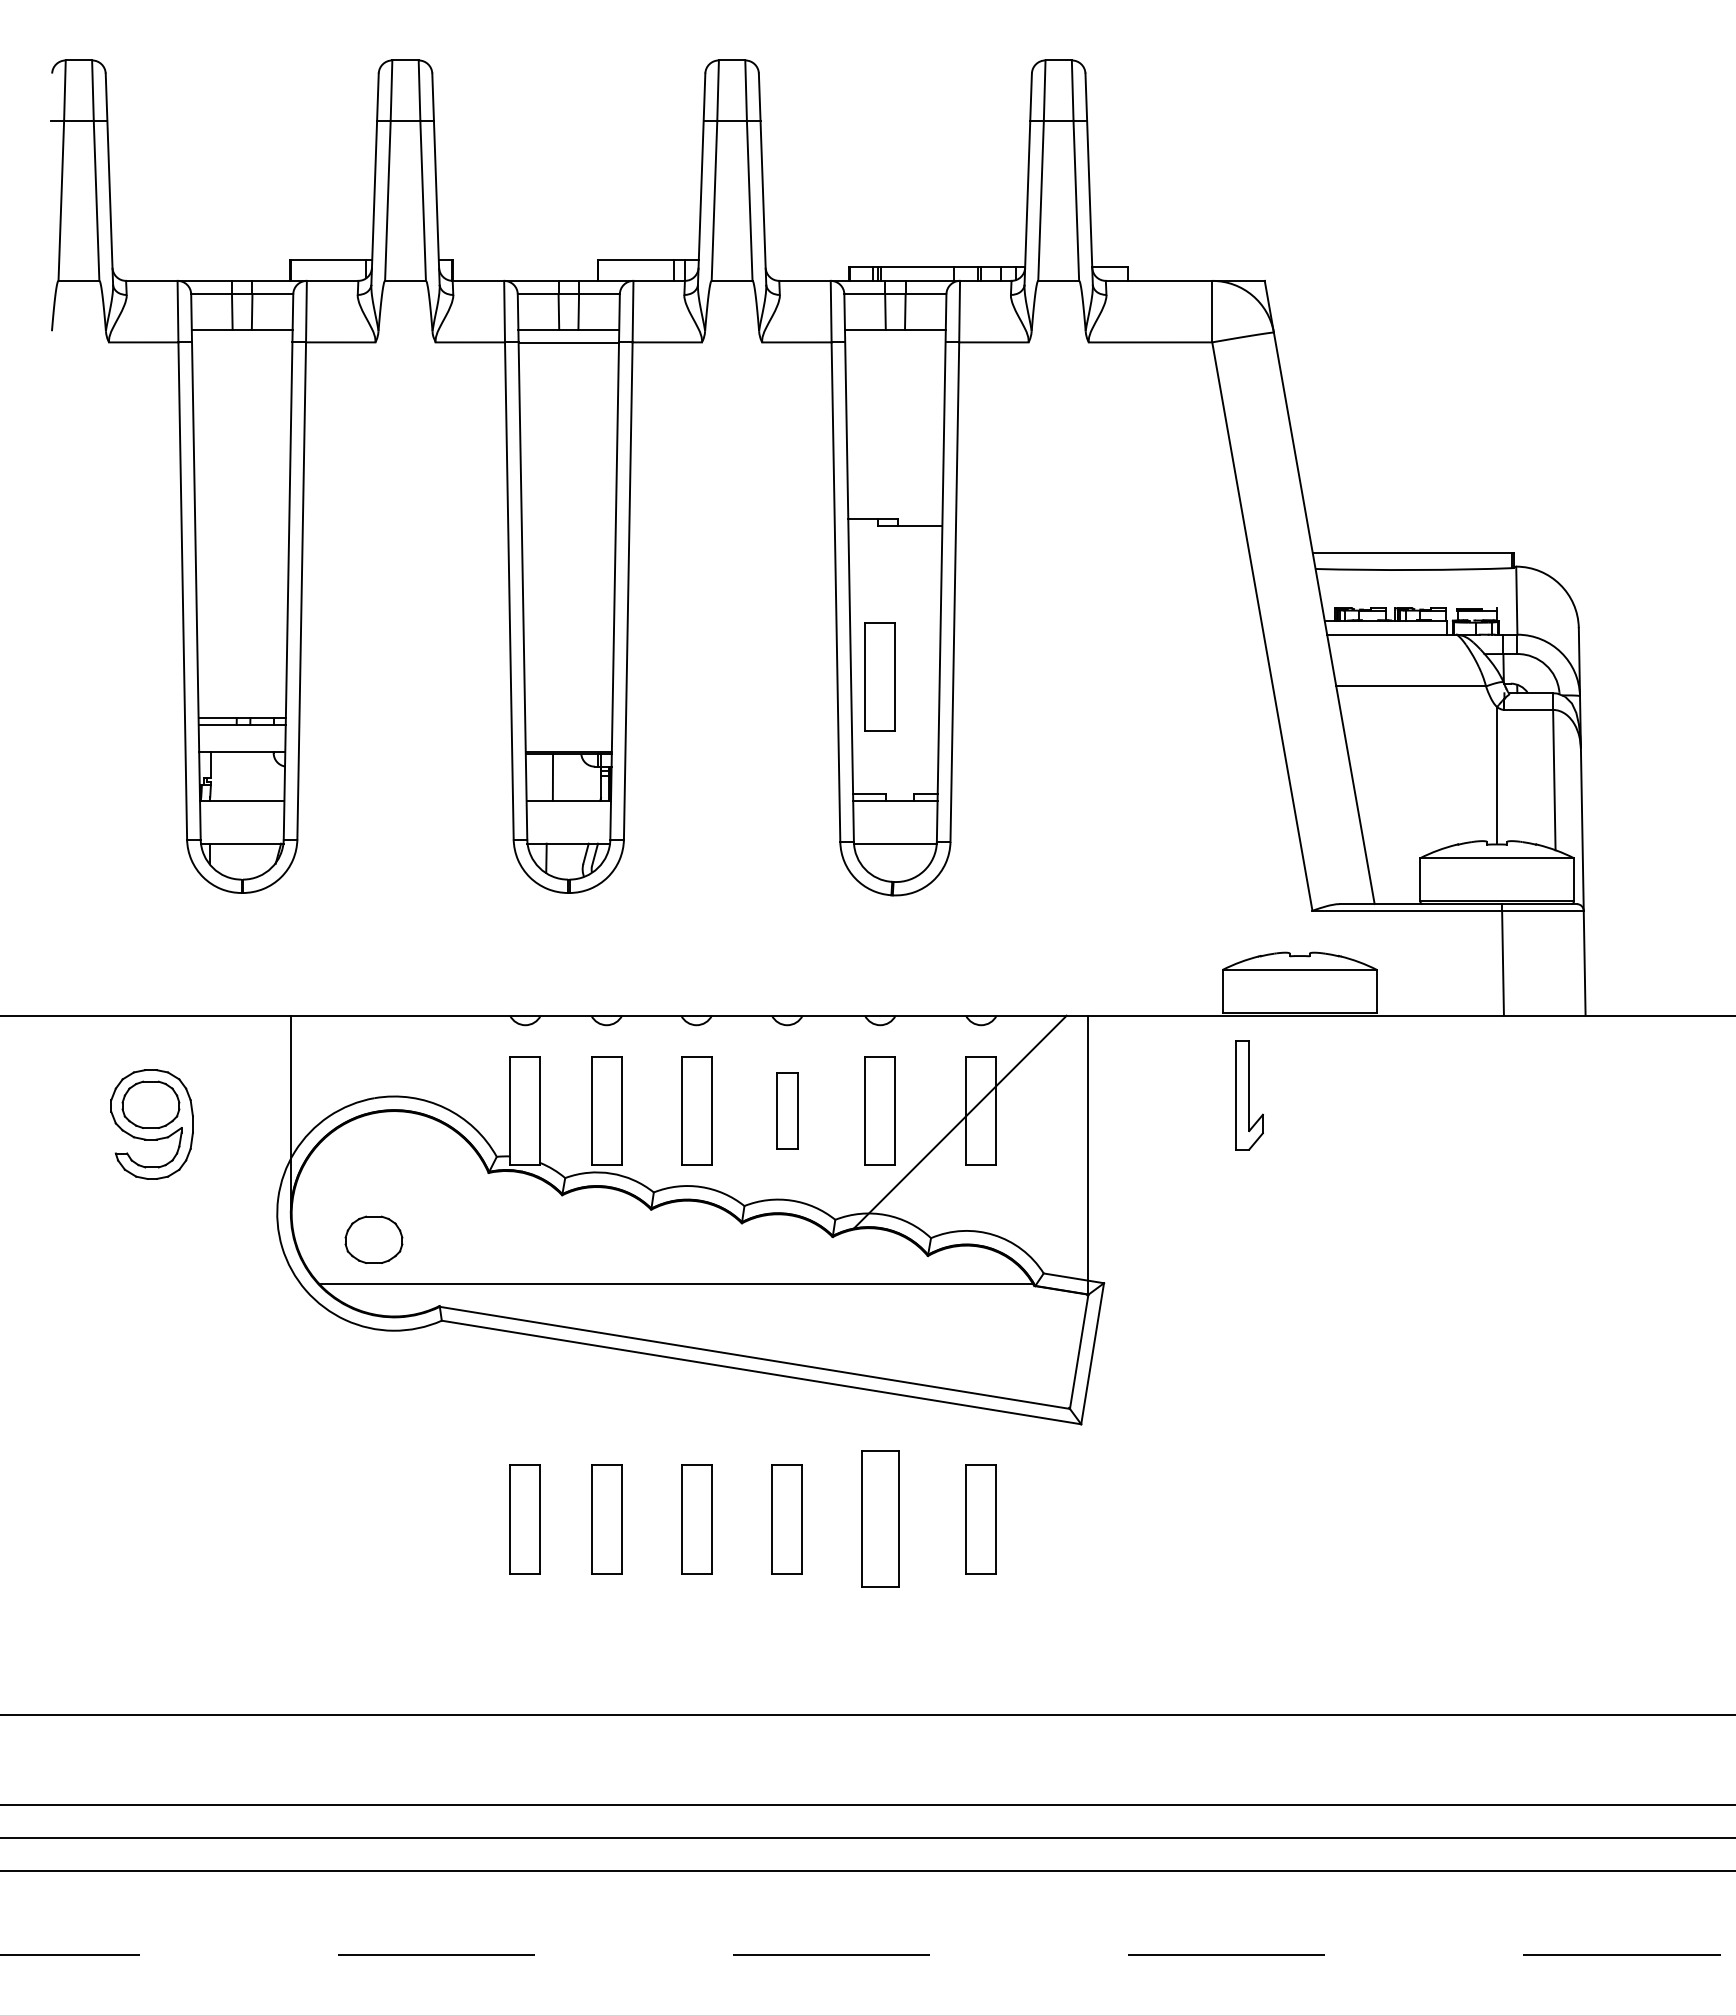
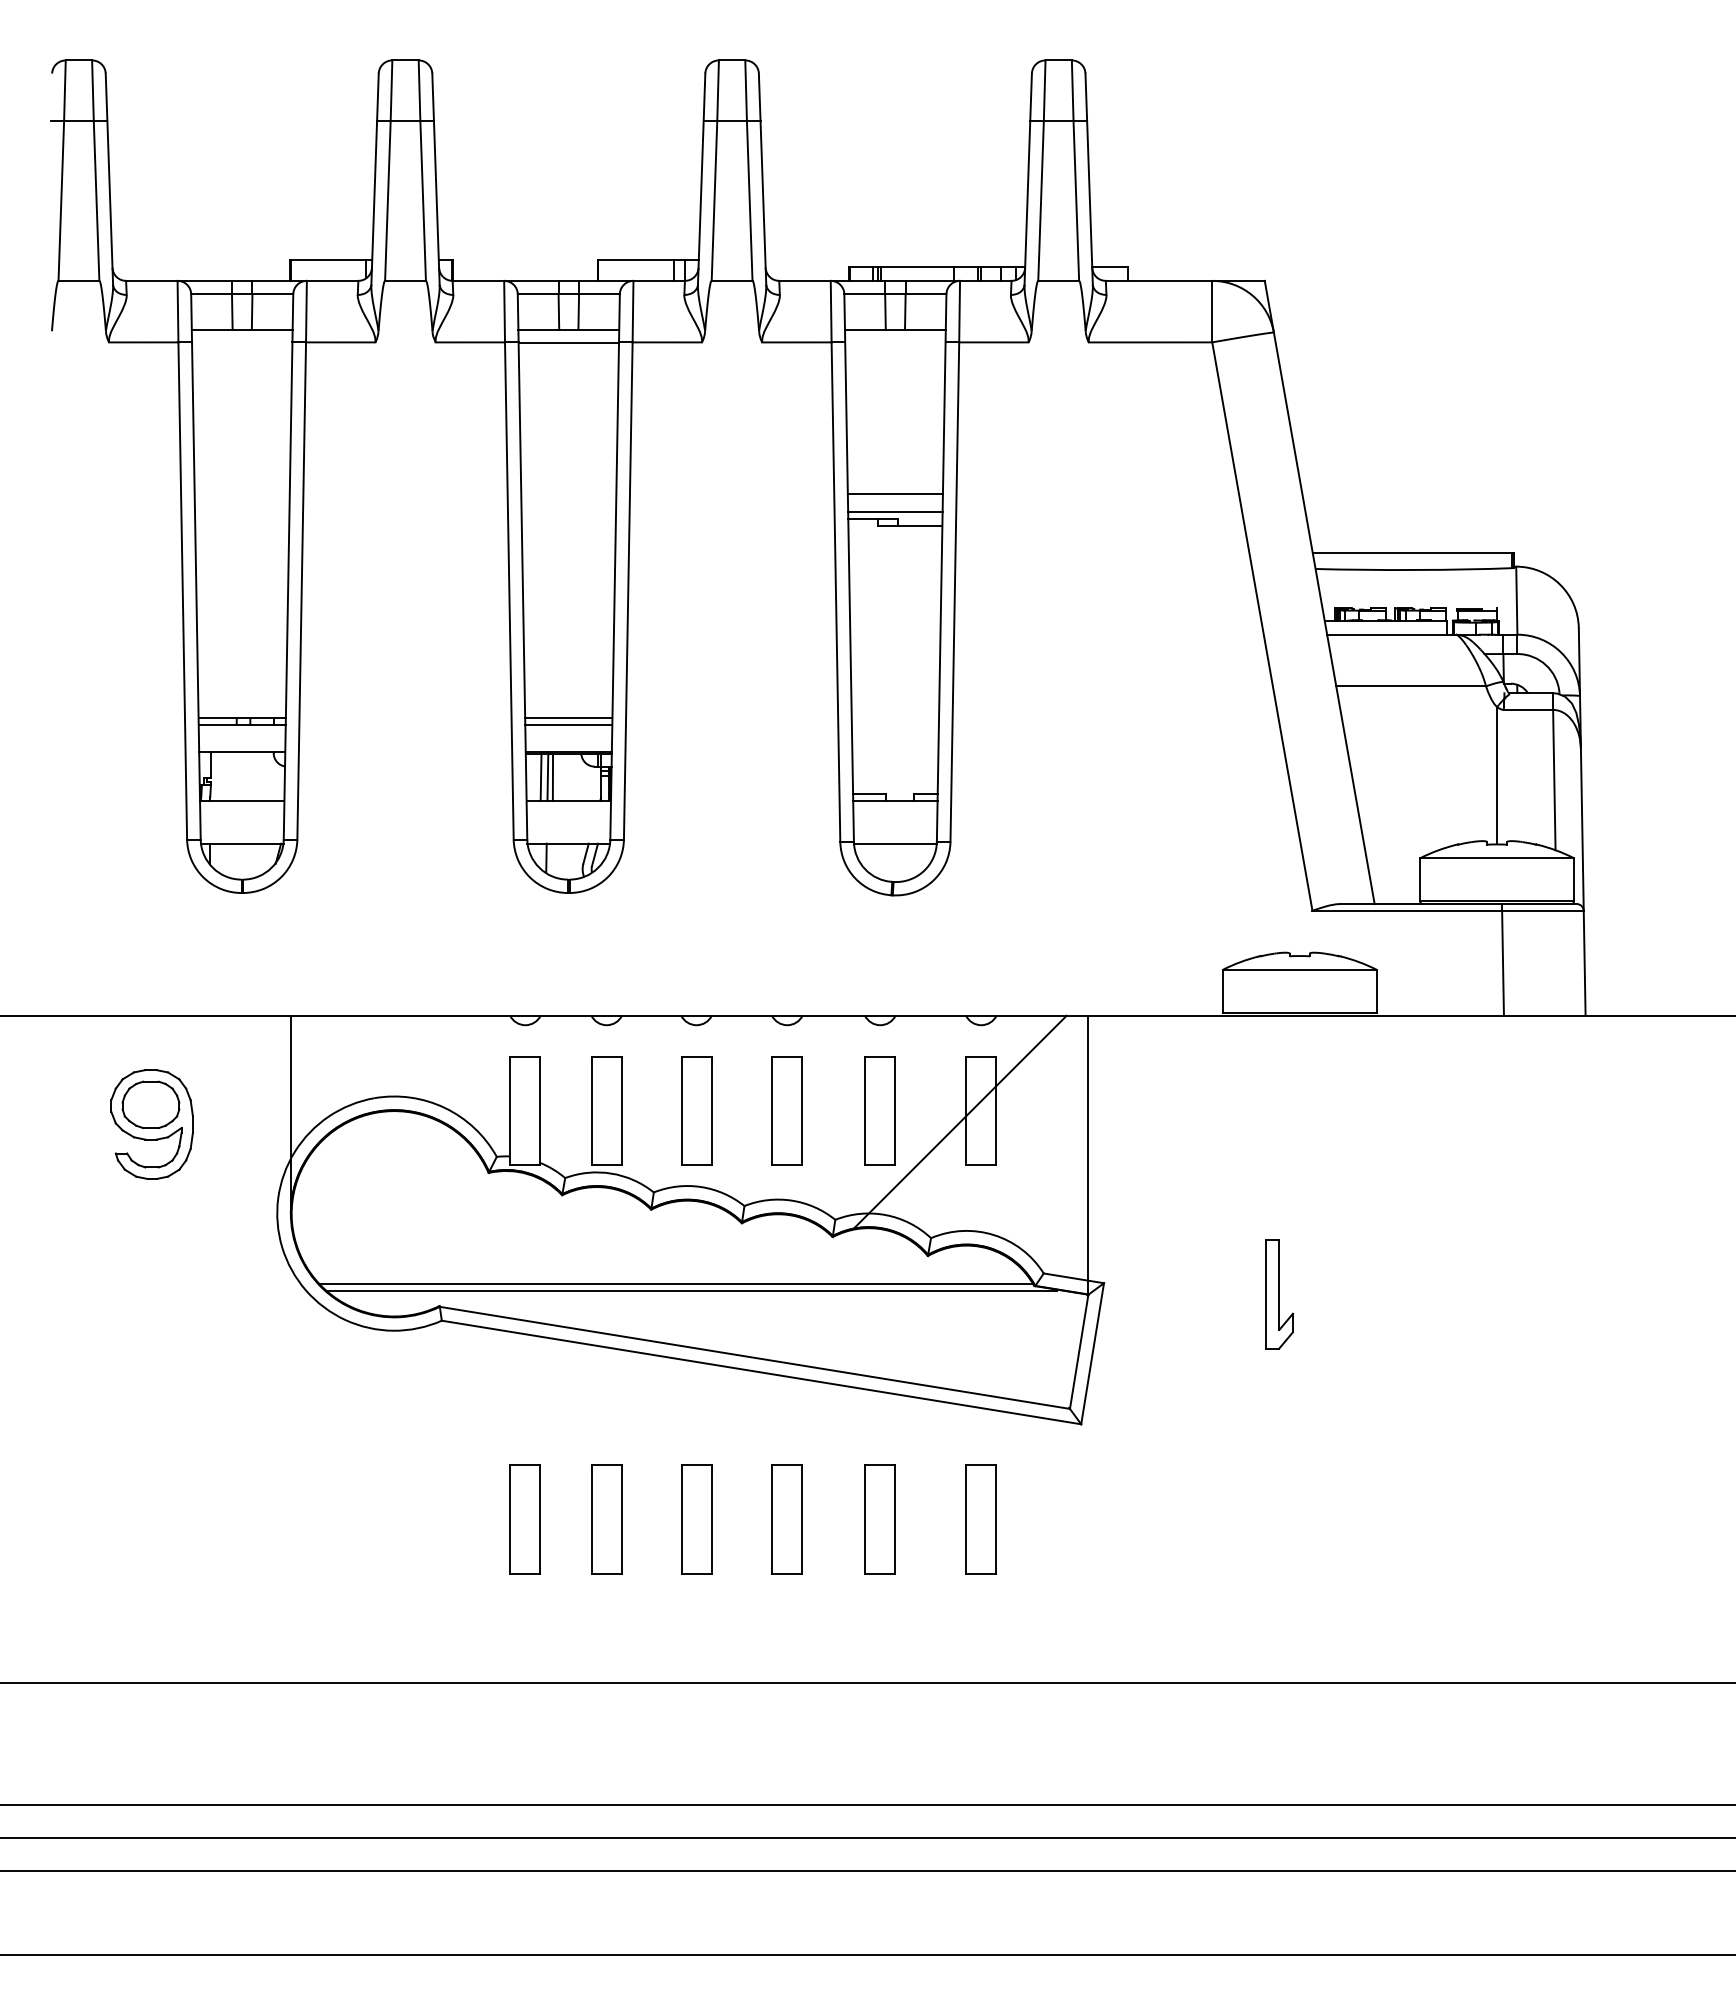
line at (894, 493): none -> present
line at (895, 512): none -> present
part at (879, 676): present -> none
line at (568, 718): none -> present
line at (568, 725): none -> present
line at (540, 777): none -> present
line at (547, 777): none -> present
part at (1249, 1095) position: (1249, 1095) -> (1279, 1294)
part at (787, 1110) size: 23x78 px -> 32x110 px
part at (373, 1239): present -> none
line at (692, 1290): none -> present
part at (880, 1518) size: 39x138 px -> 32x111 px
line at (867, 1715) position: (867, 1715) -> (867, 1683)
line at (868, 1954): dashed -> solid
